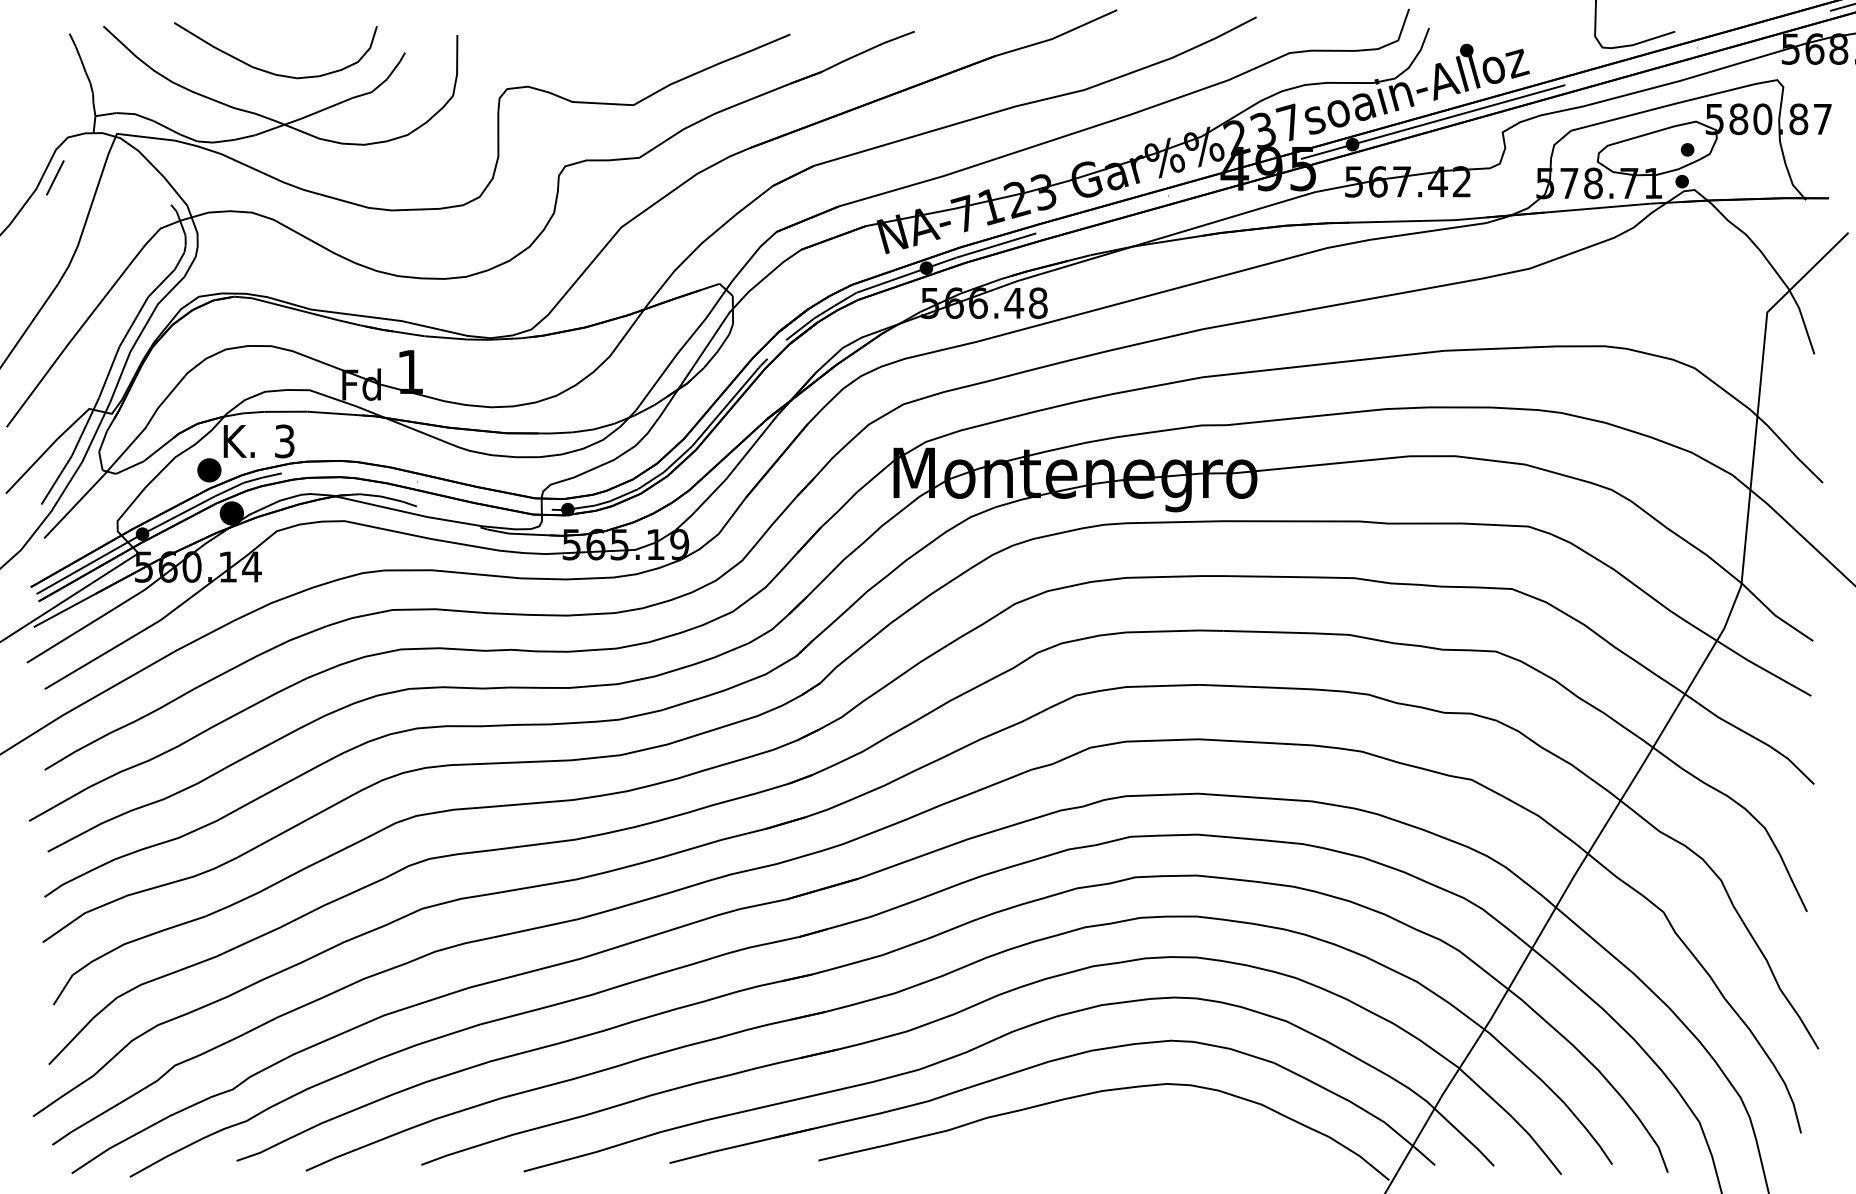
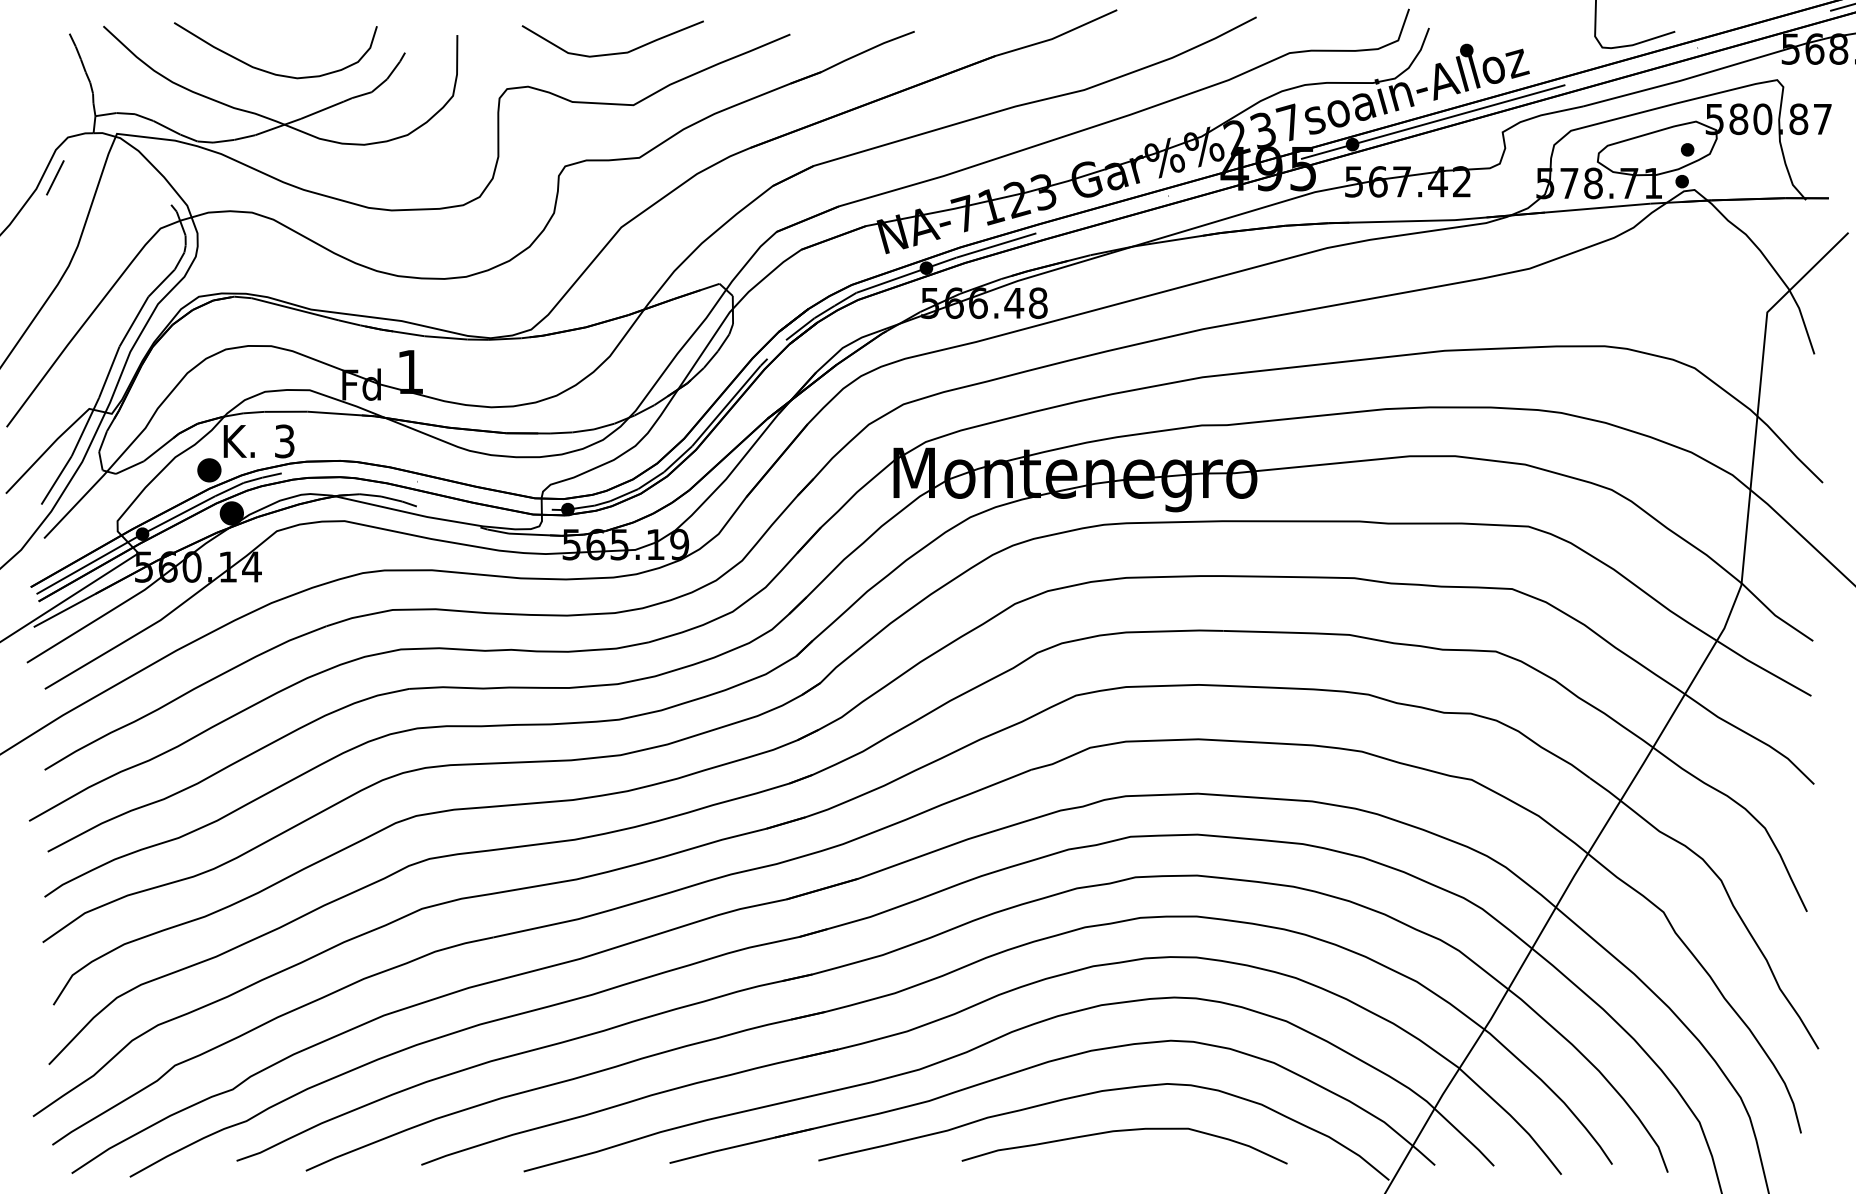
curve at (616, 52): none -> present
curve at (1124, 1131): none -> present
